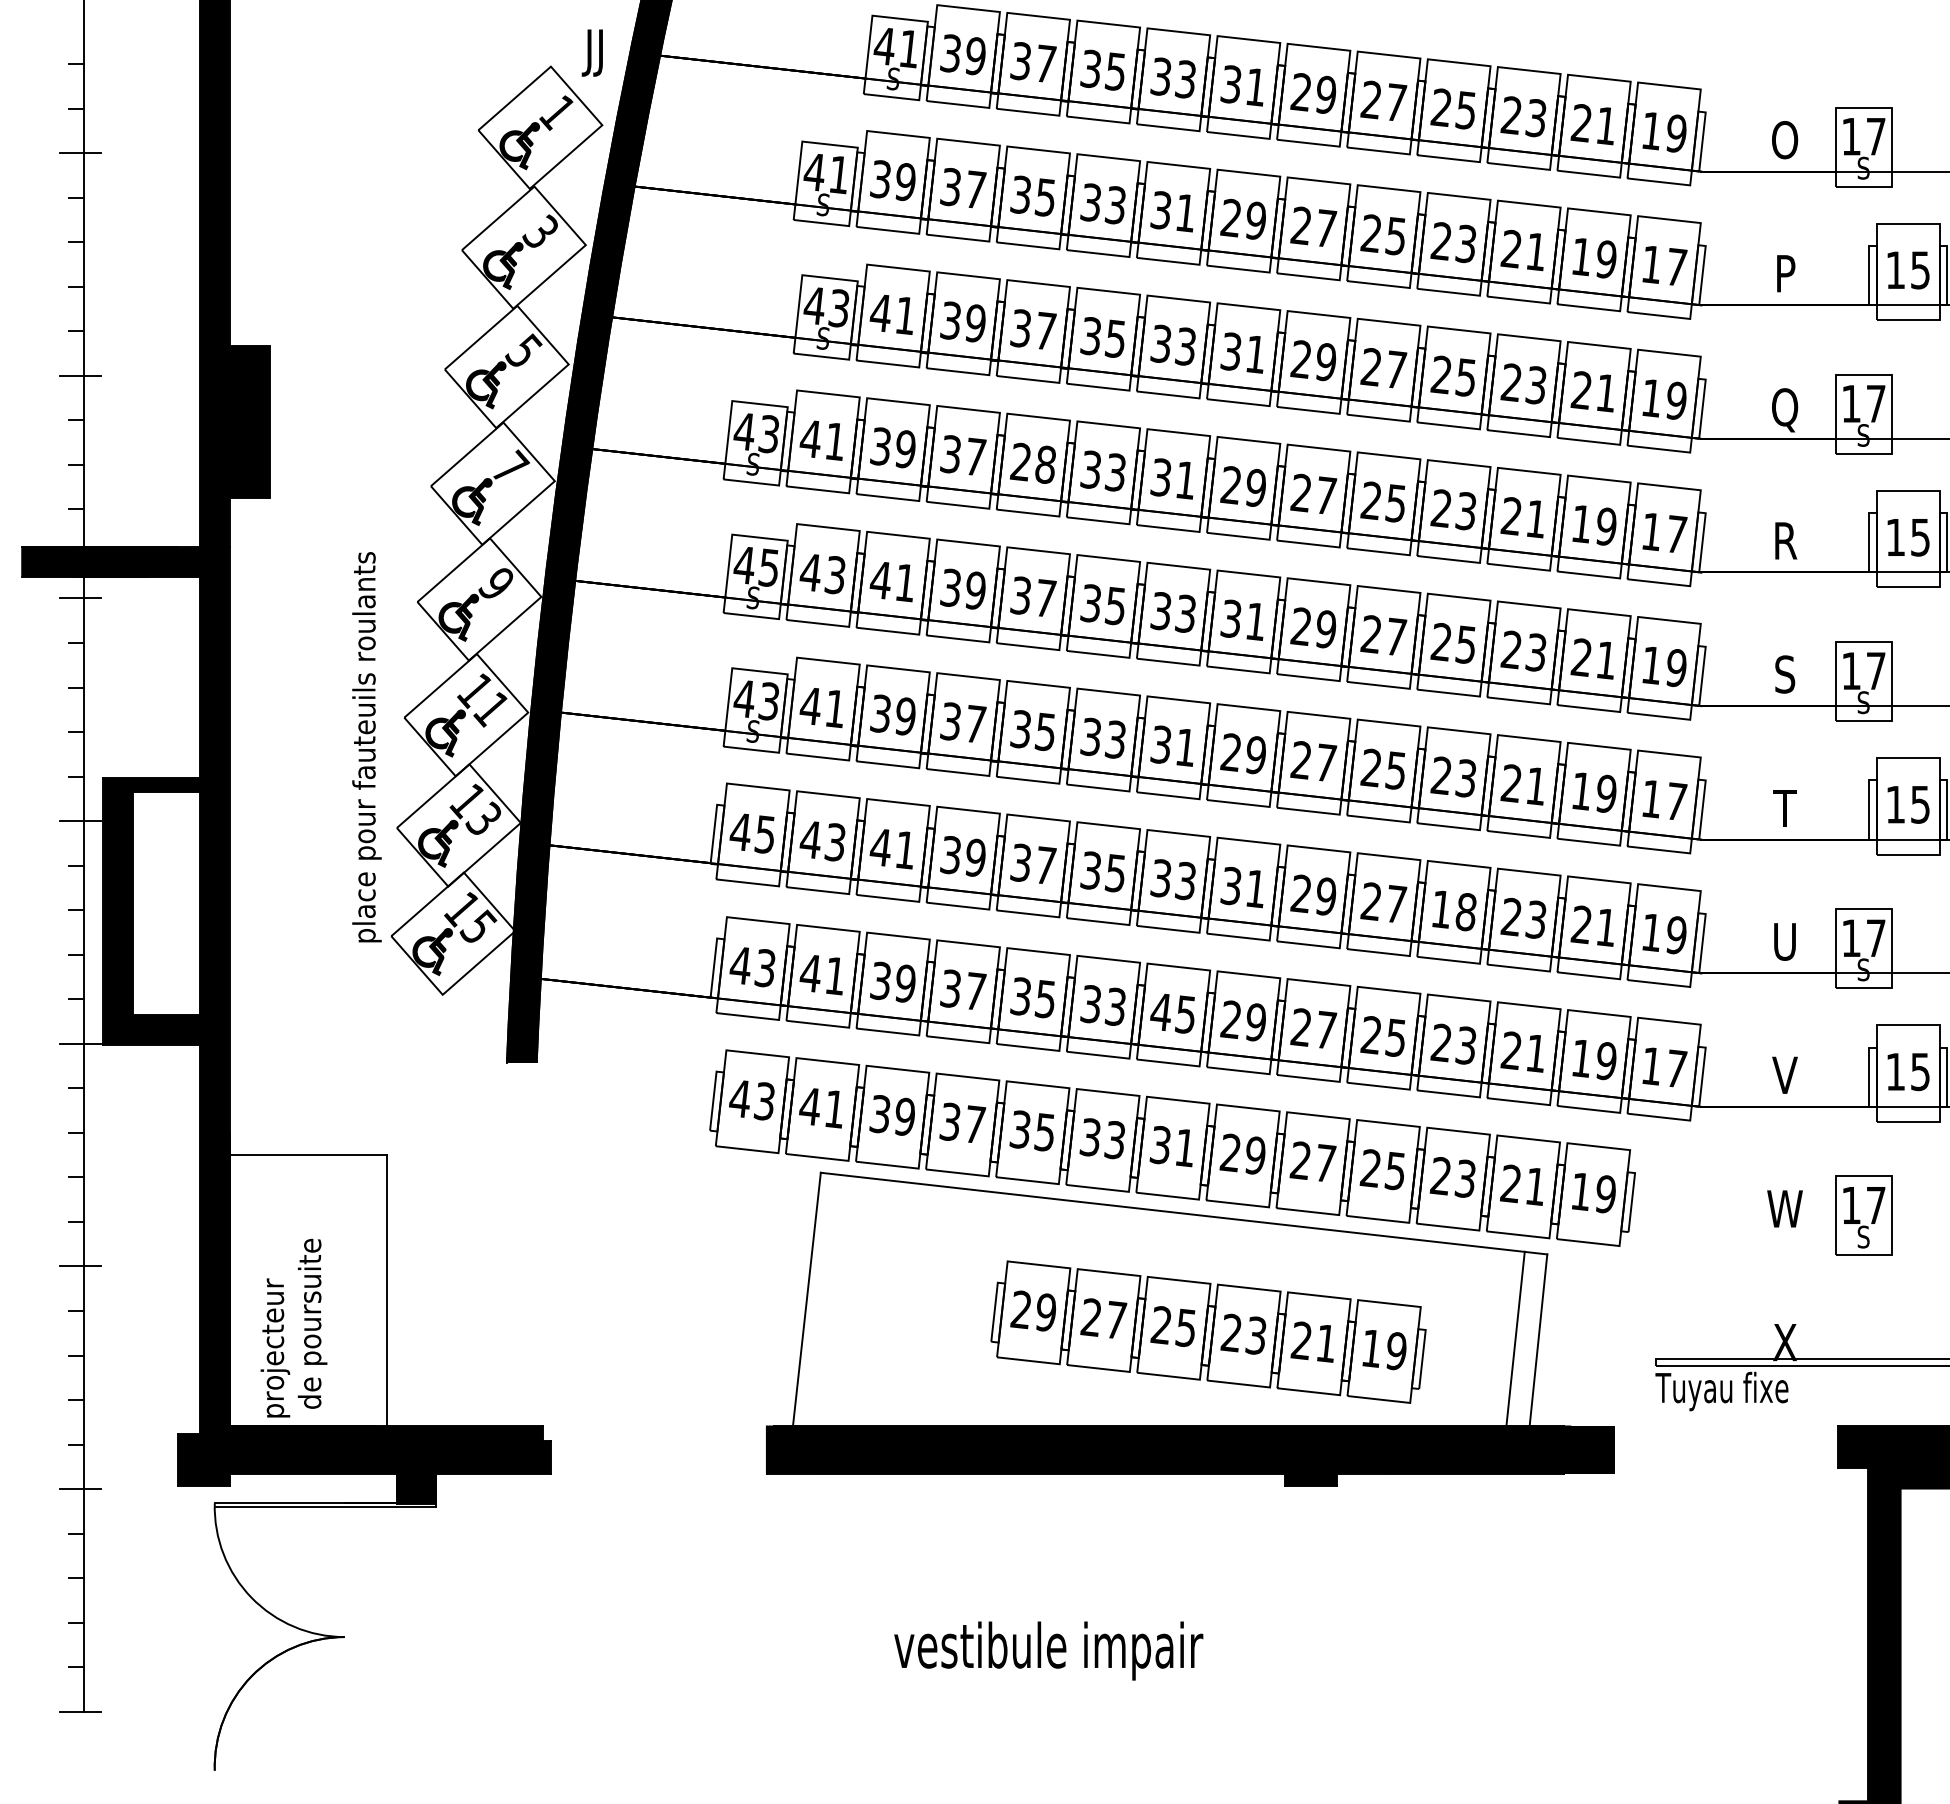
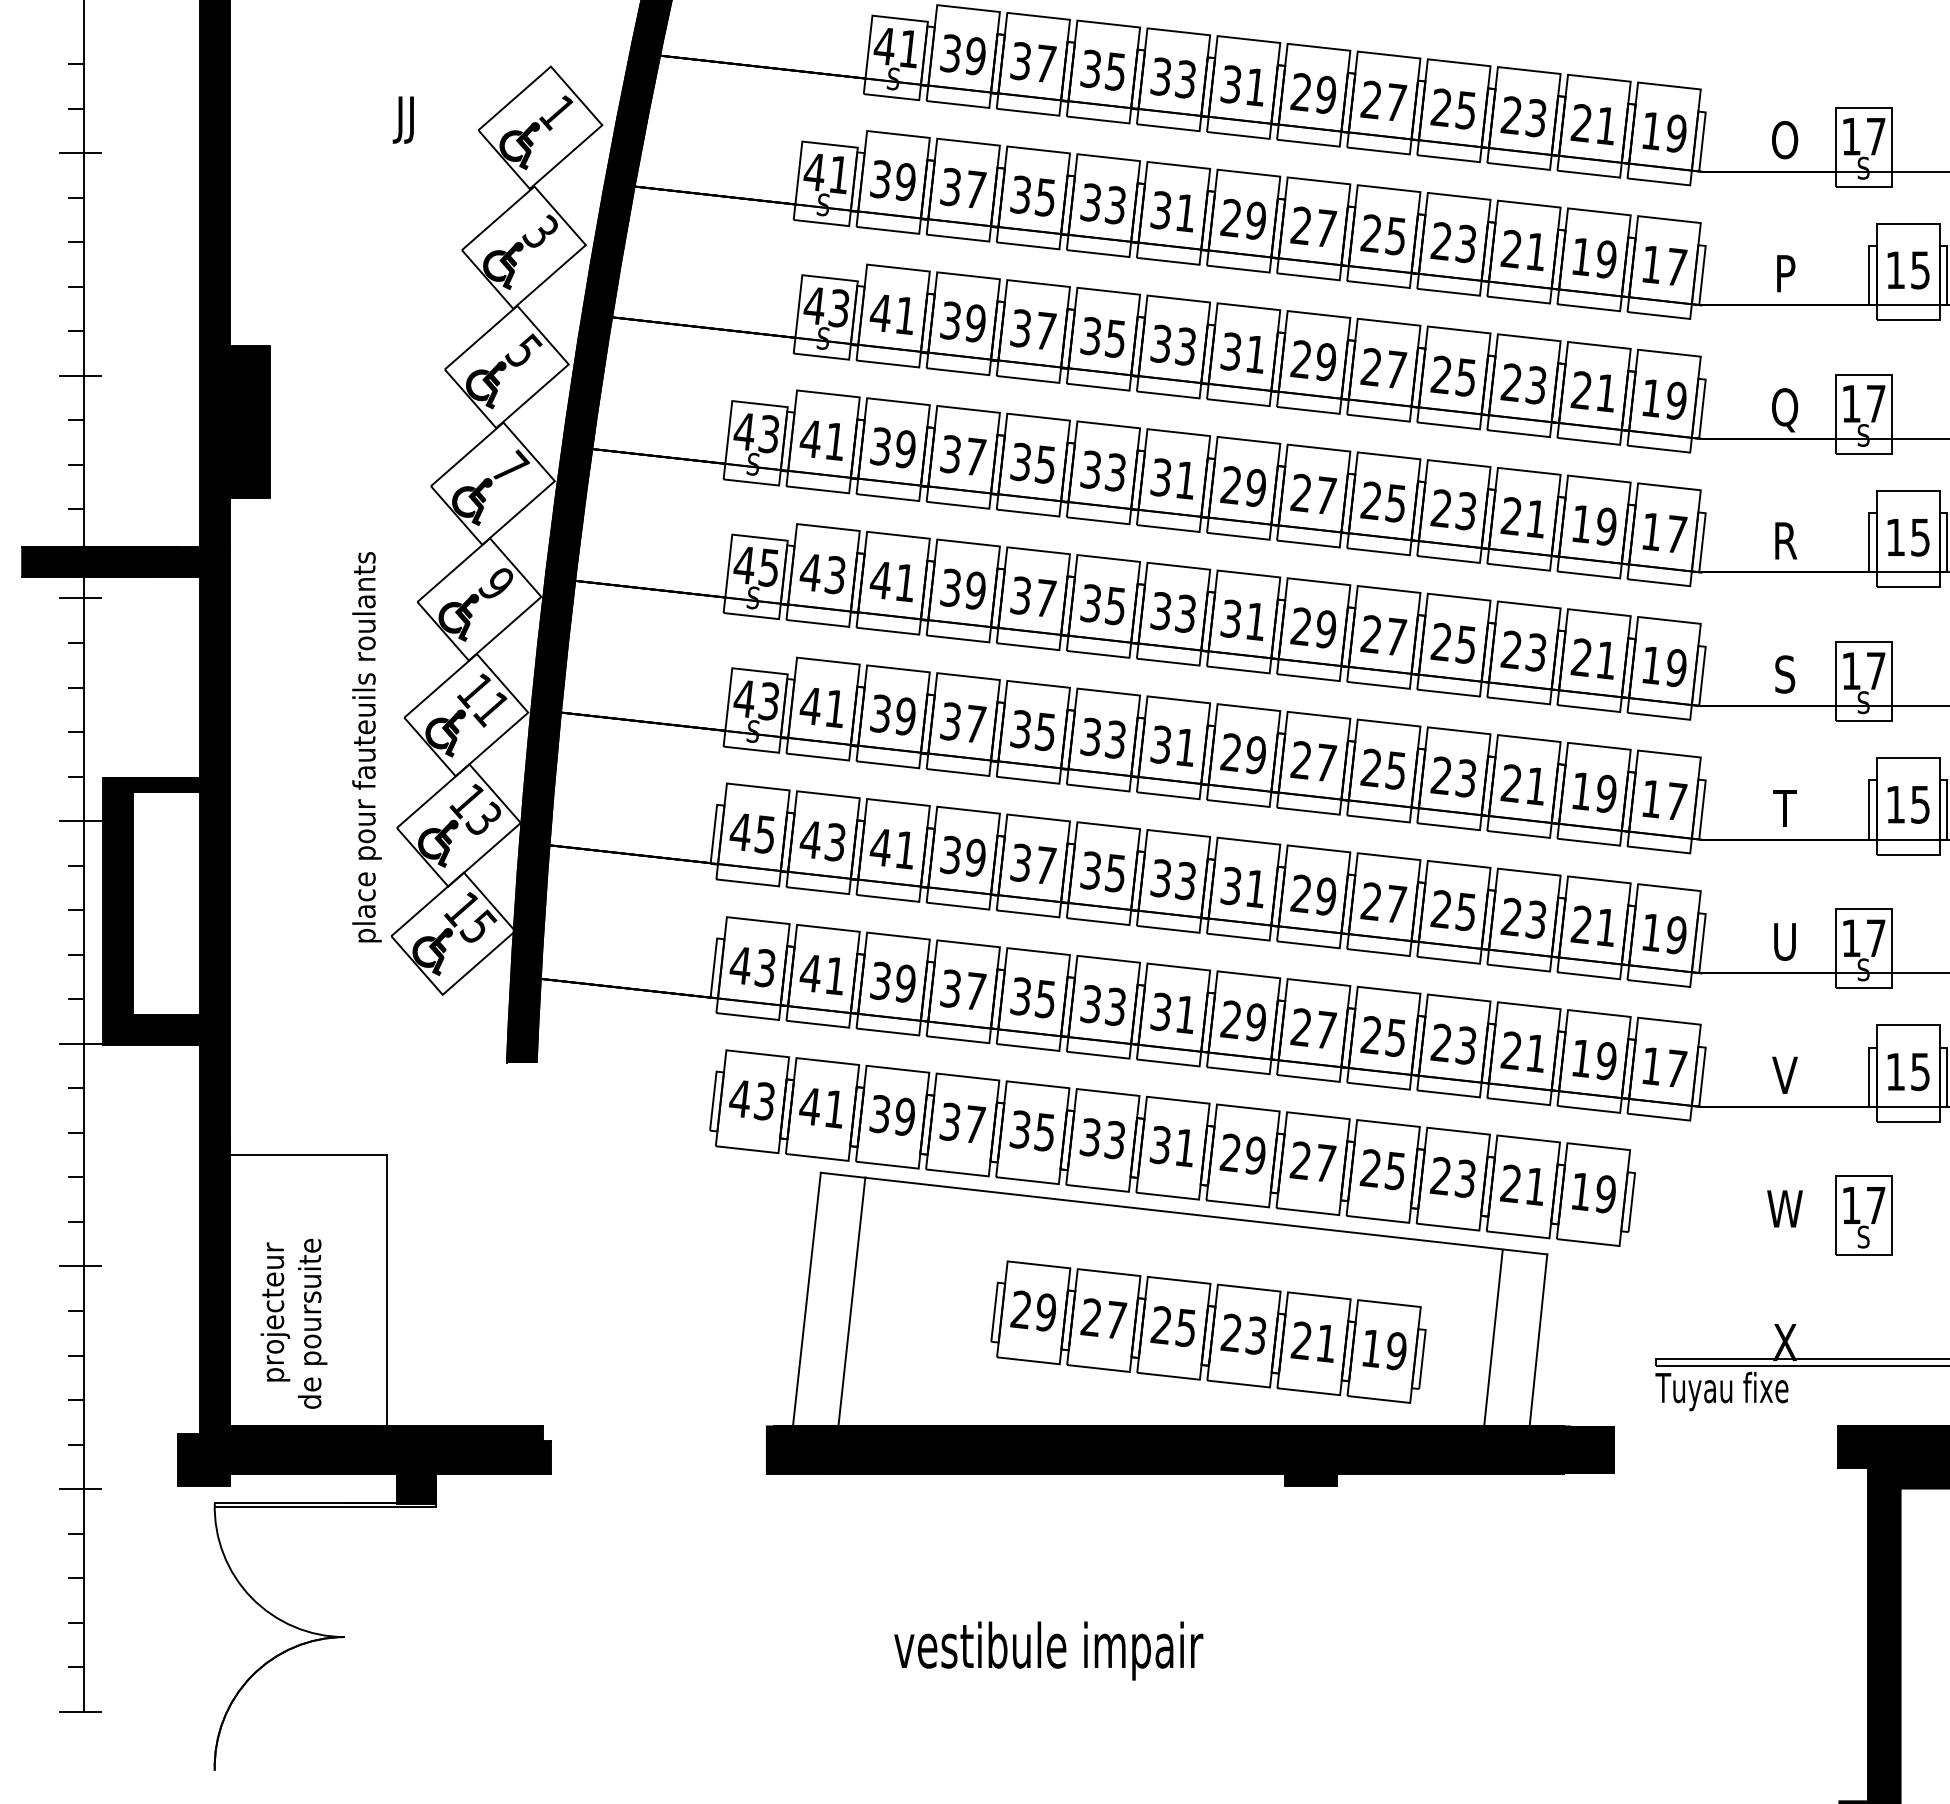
text at (591, 52) position: (591, 52) -> (402, 119)
text at (1032, 463): 28 -> 35
text at (1453, 910): 18 -> 25
text at (1172, 1013): 45 -> 31
line at (851, 1301): none -> present
line at (1515, 1339) position: (1515, 1339) -> (1493, 1337)
text at (275, 1347) position: (275, 1347) -> (275, 1311)
